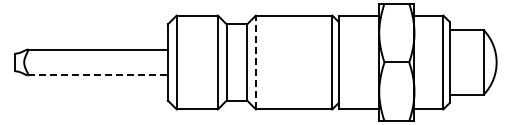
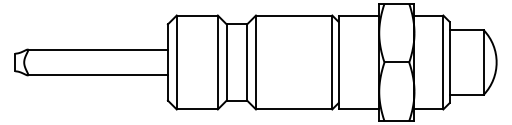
line at (255, 62): dashed -> solid
line at (98, 75): dashed -> solid
